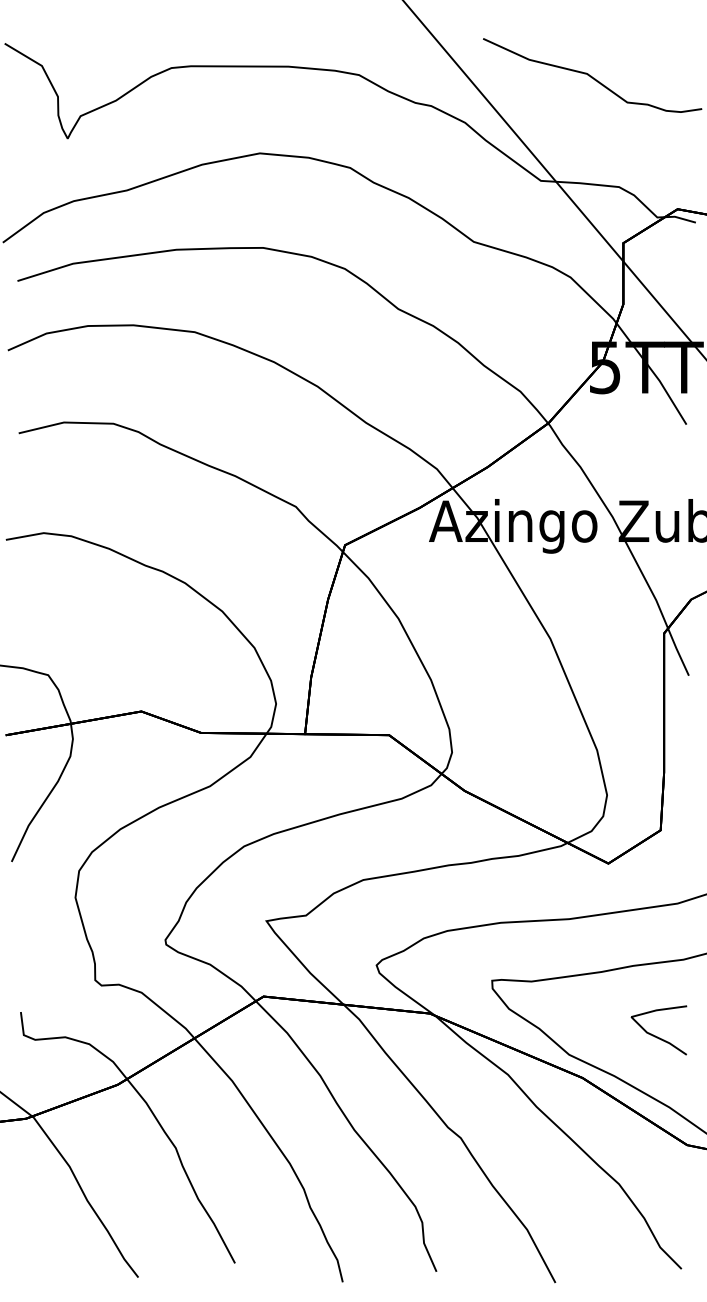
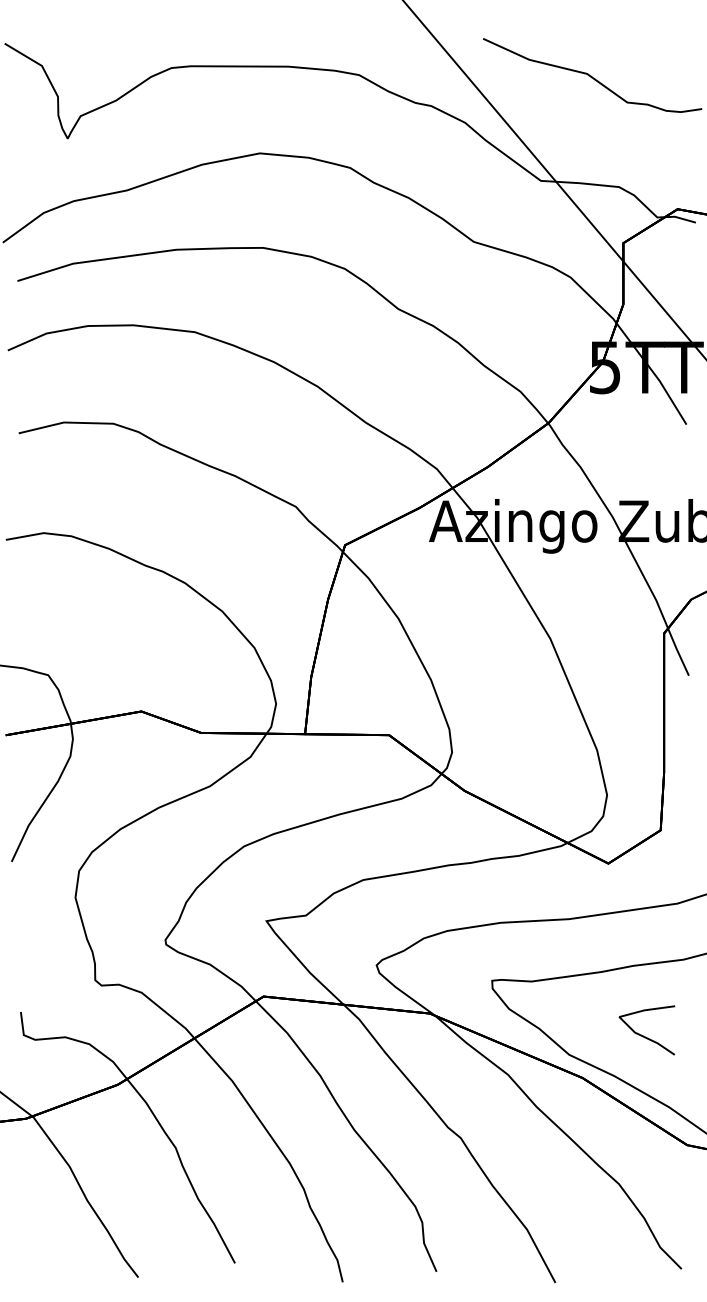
curve at (655, 1035) position: (655, 1035) -> (643, 1035)
